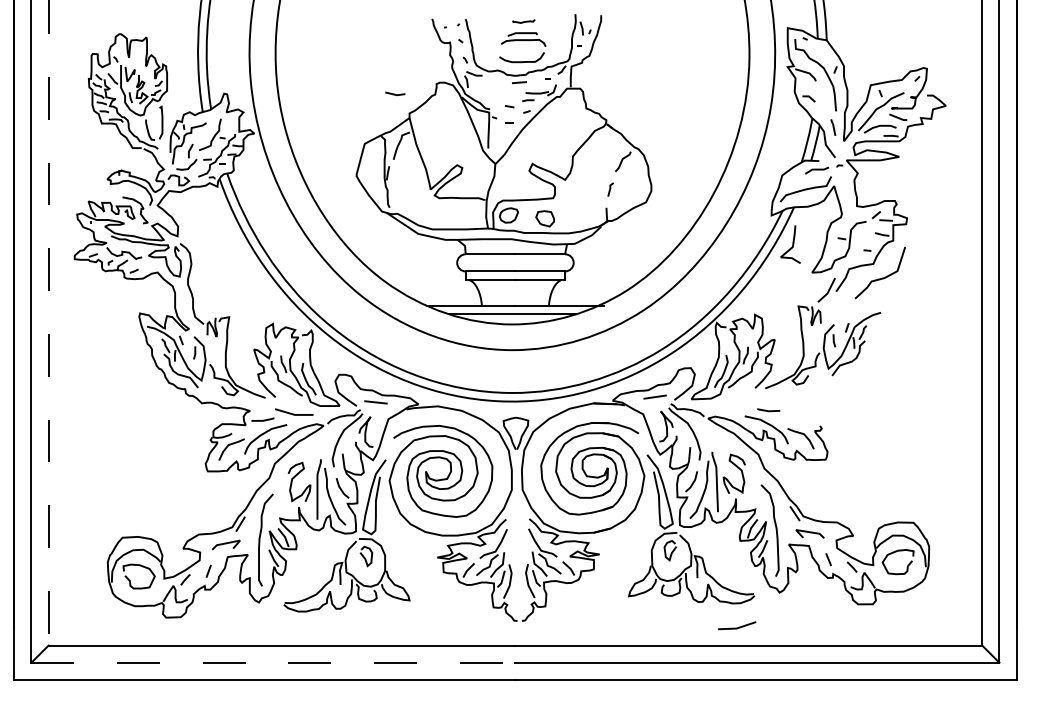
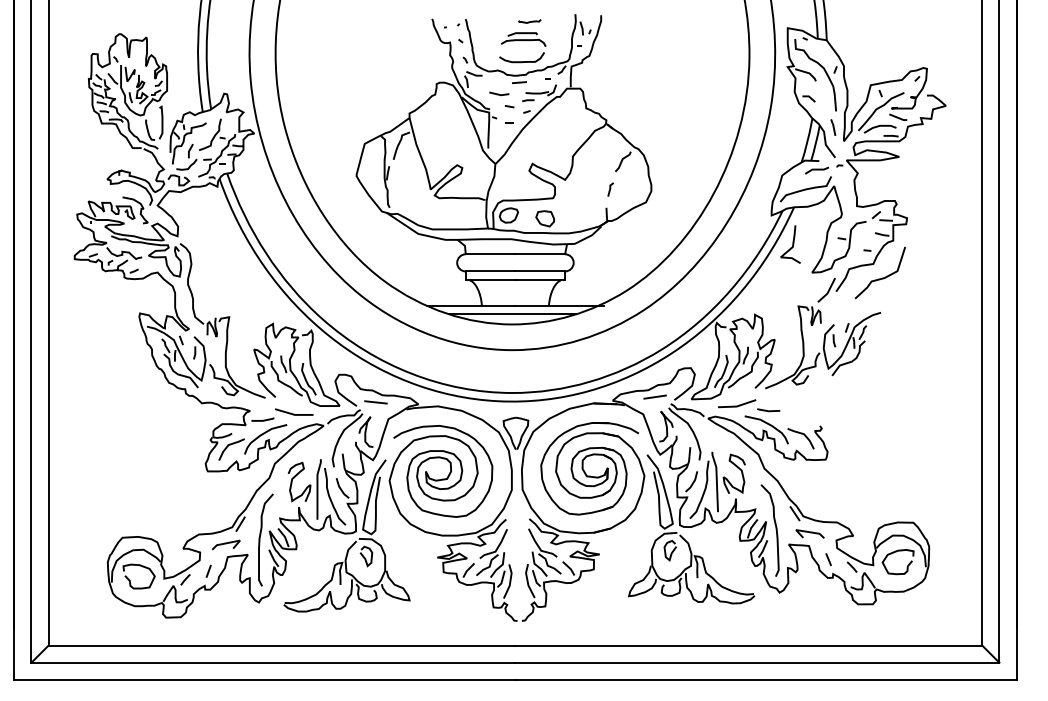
curve at (523, 21) position: (523, 21) -> (529, 21)
line at (395, 93) position: (395, 93) -> (499, 93)
line at (48, 322): dashed -> solid
line at (737, 627) position: (737, 627) -> (737, 405)
line at (273, 662): dashed -> solid
